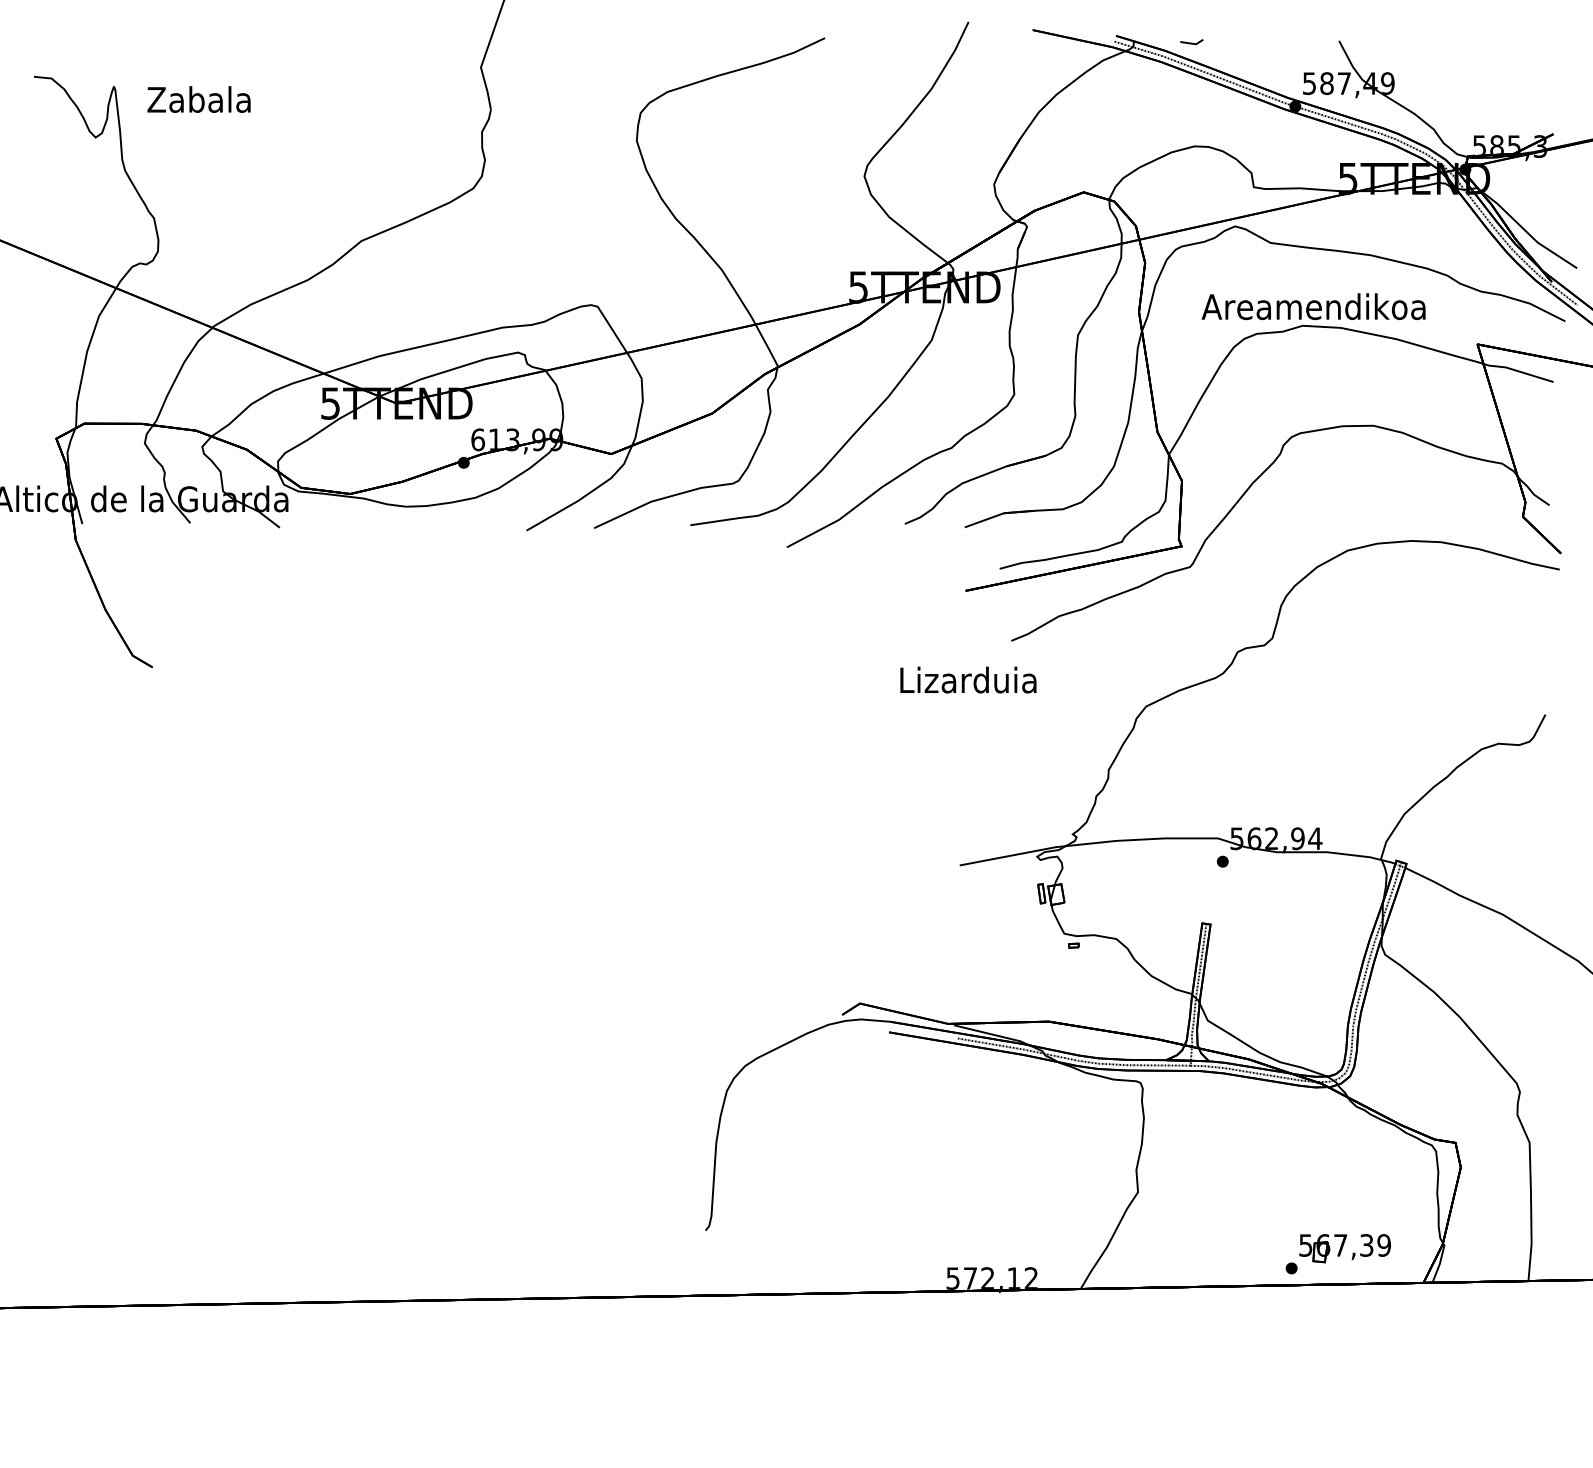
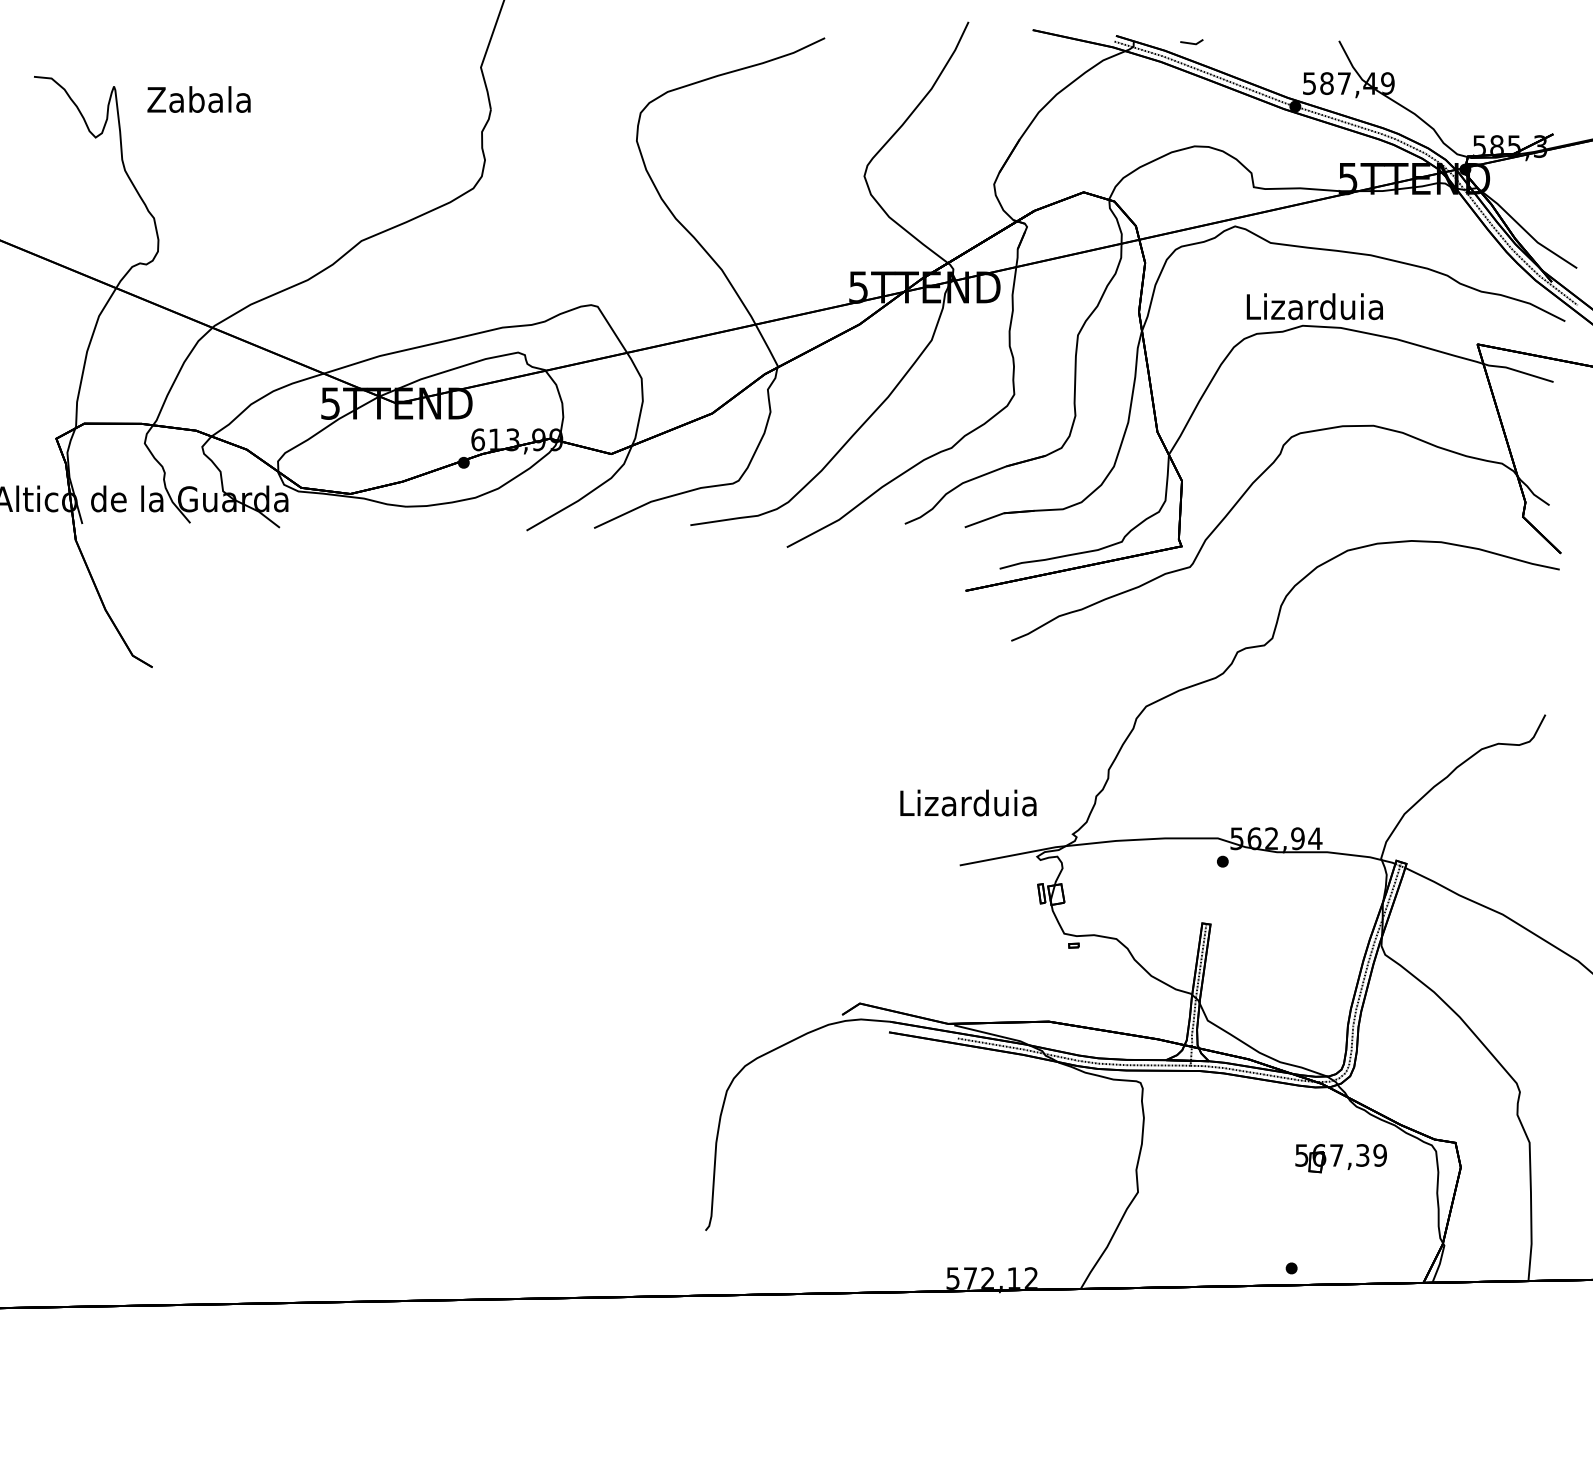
text at (1313, 306): Areamendikoa -> Lizarduia
text at (968, 679) position: (968, 679) -> (968, 802)
part at (1344, 1248) position: (1344, 1248) -> (1340, 1158)
